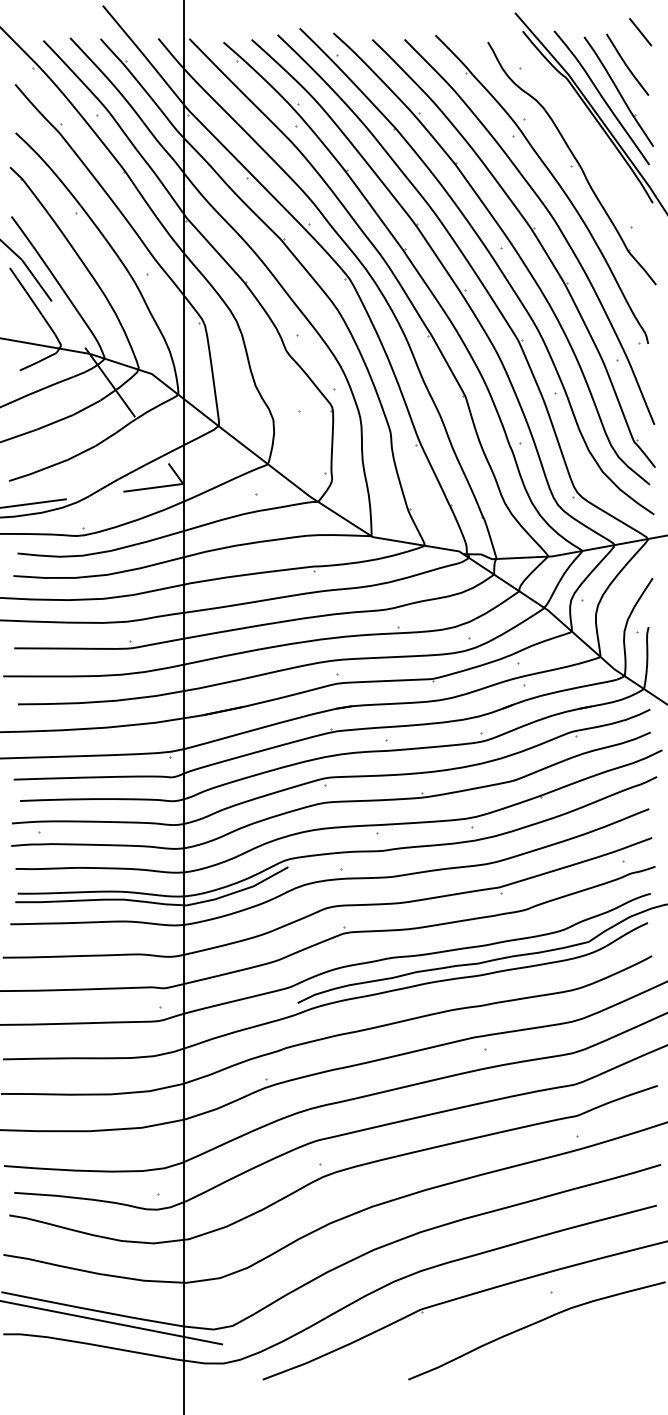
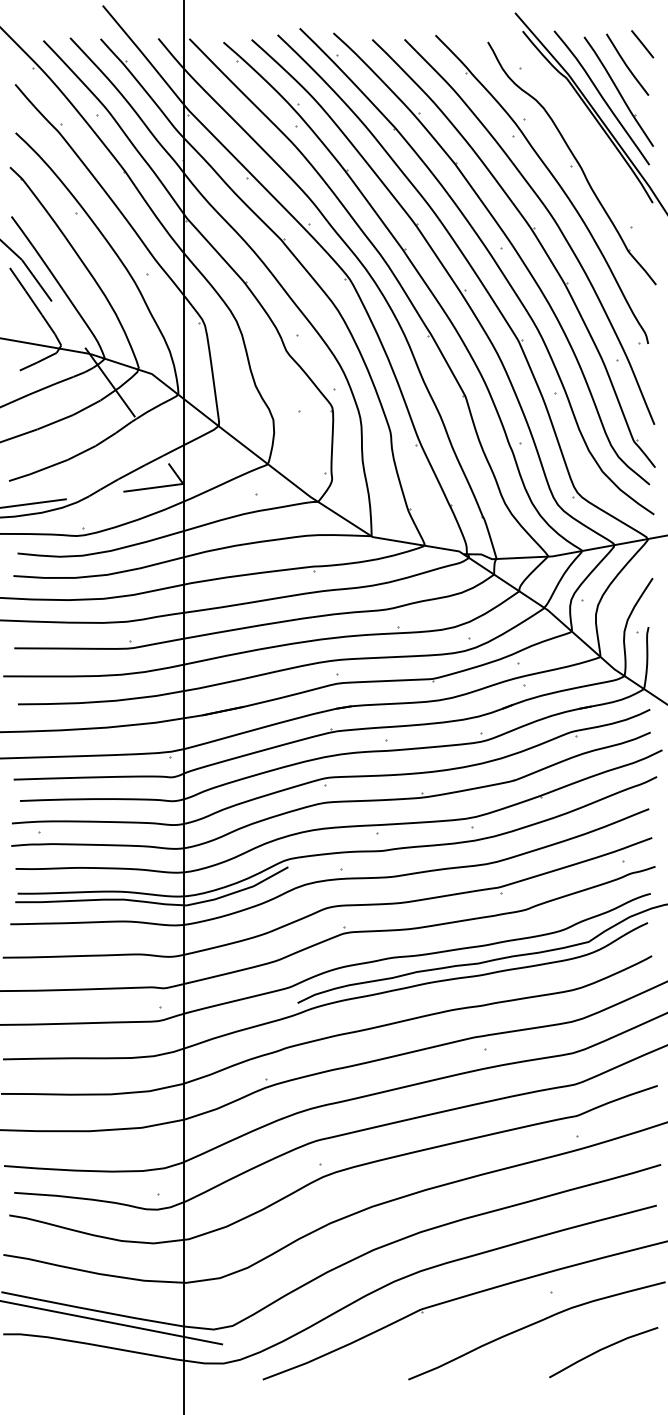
line at (640, 32) position: (640, 32) -> (642, 44)
curve at (602, 1350): none -> present
